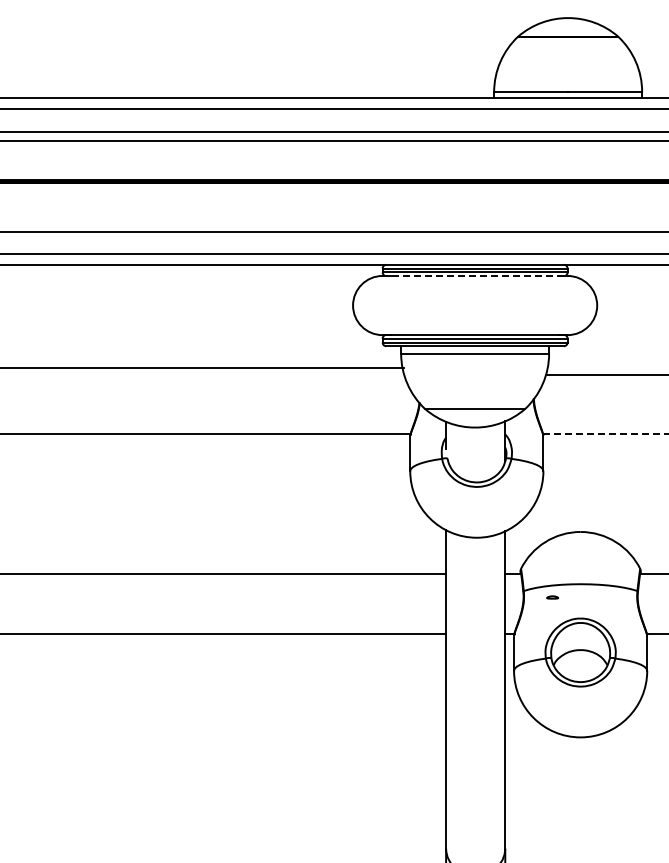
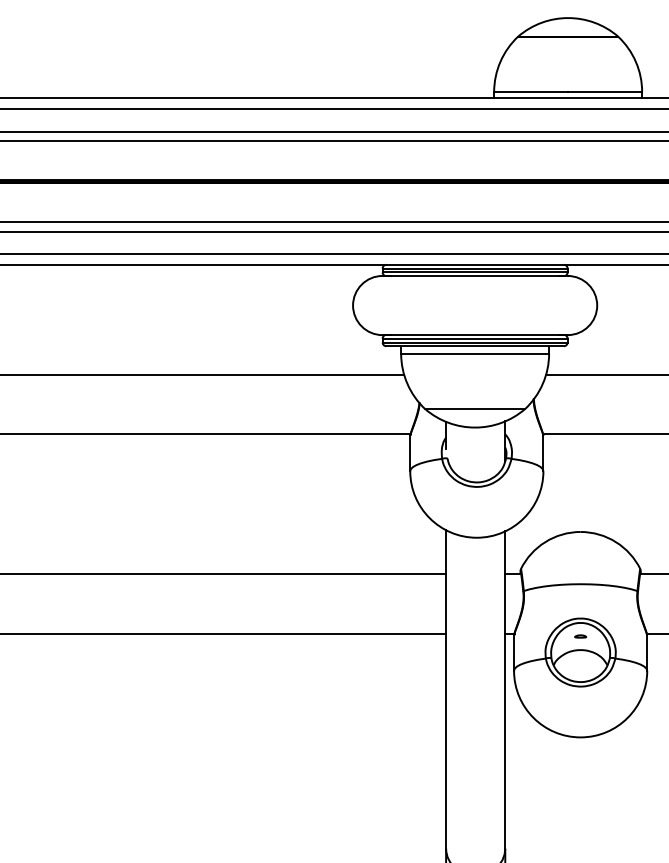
line at (333, 222): none -> present
line at (474, 276): dashed -> solid
line at (203, 367) position: (203, 367) -> (203, 374)
line at (605, 433): dashed -> solid
part at (552, 597) position: (552, 597) -> (580, 636)
